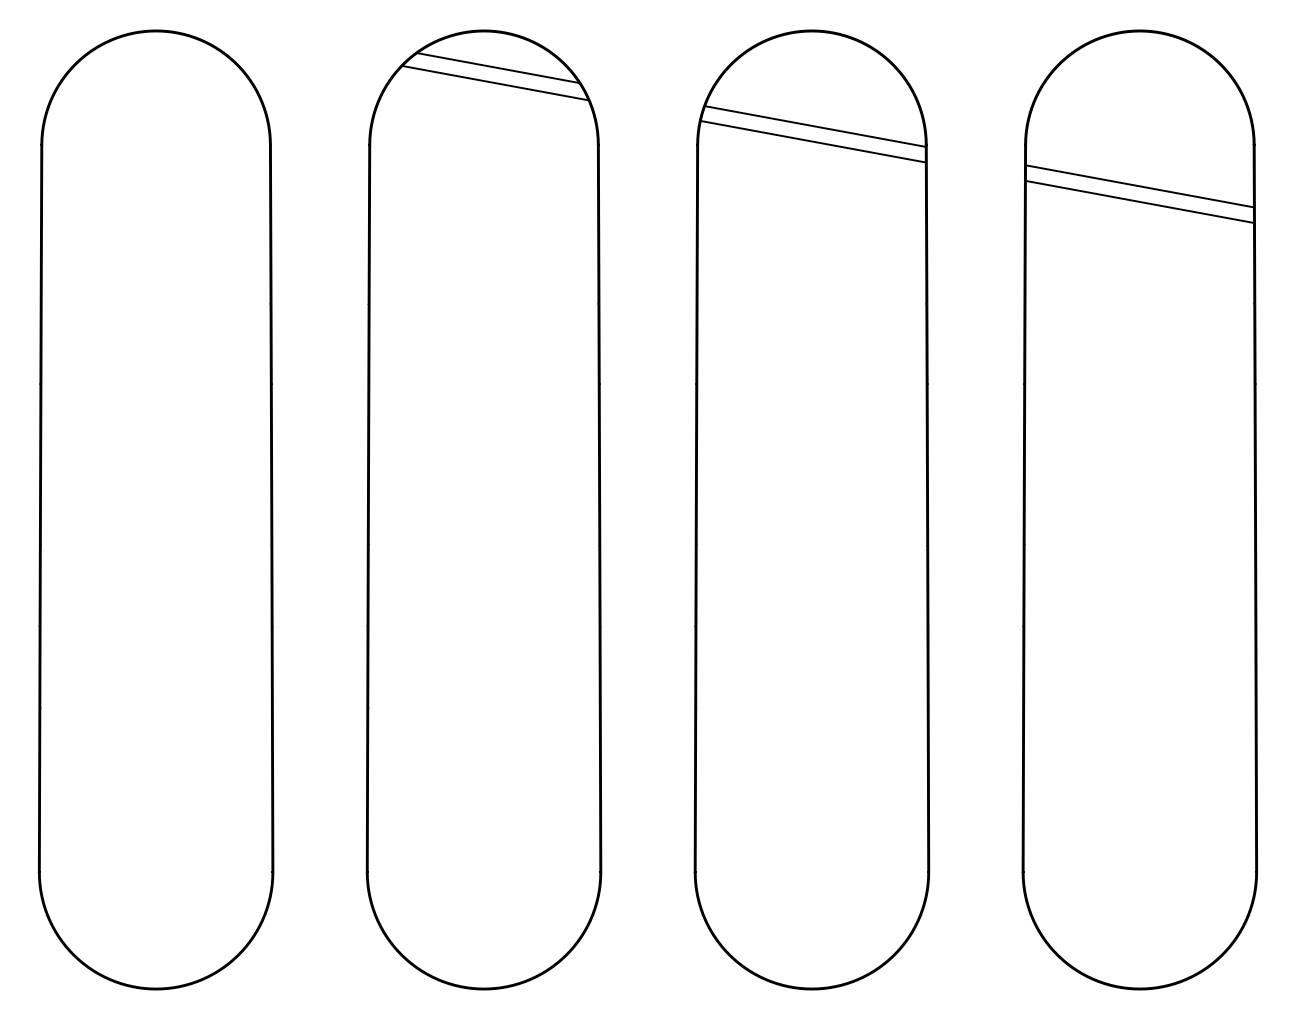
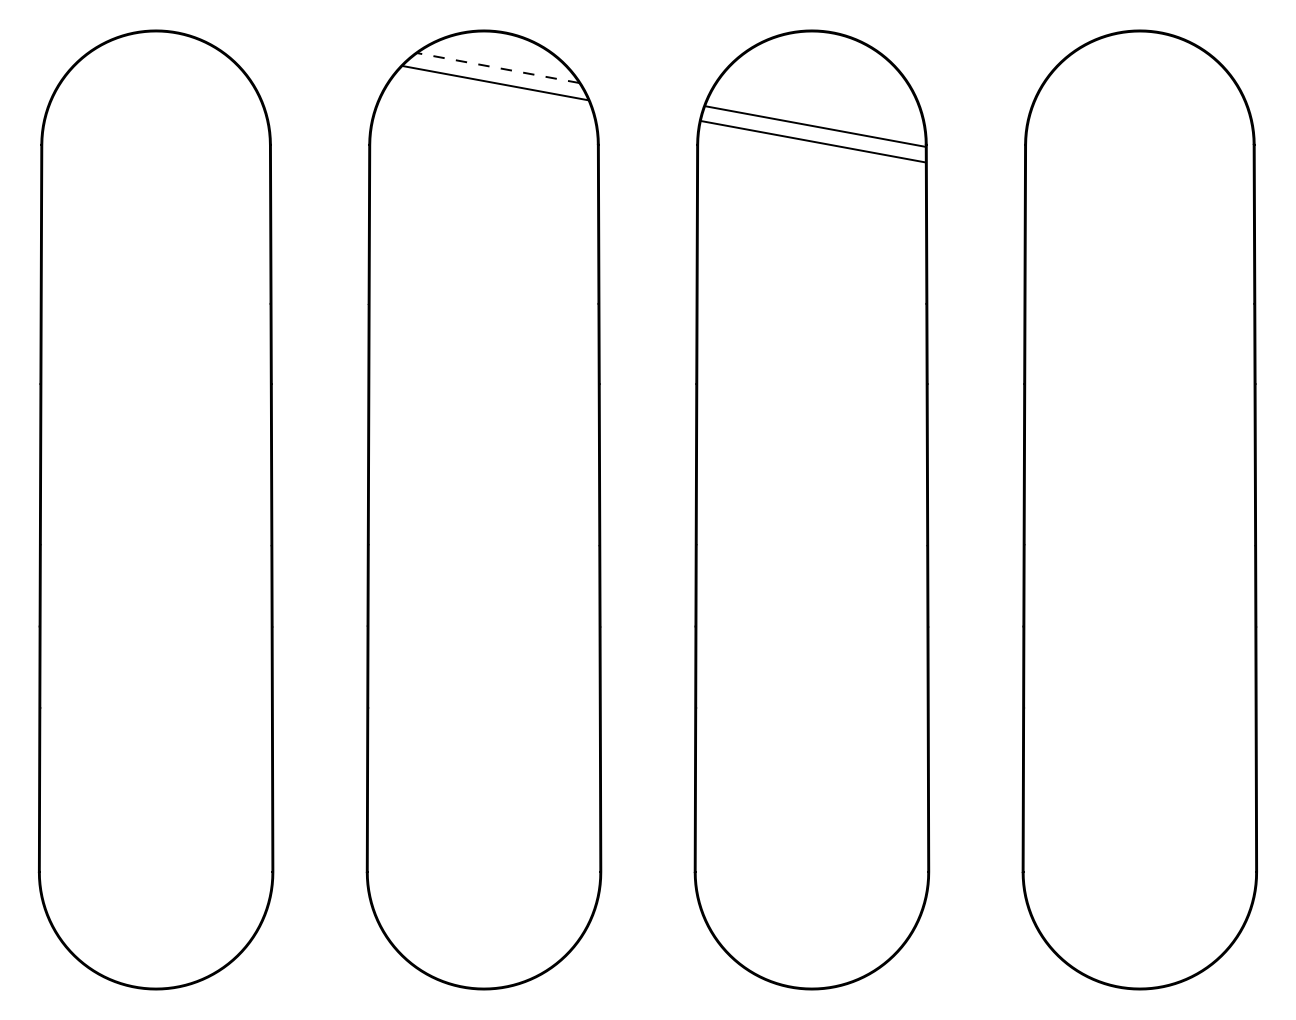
line at (497, 67): solid -> dashed
line at (1139, 186): present -> none
line at (1139, 201): present -> none
